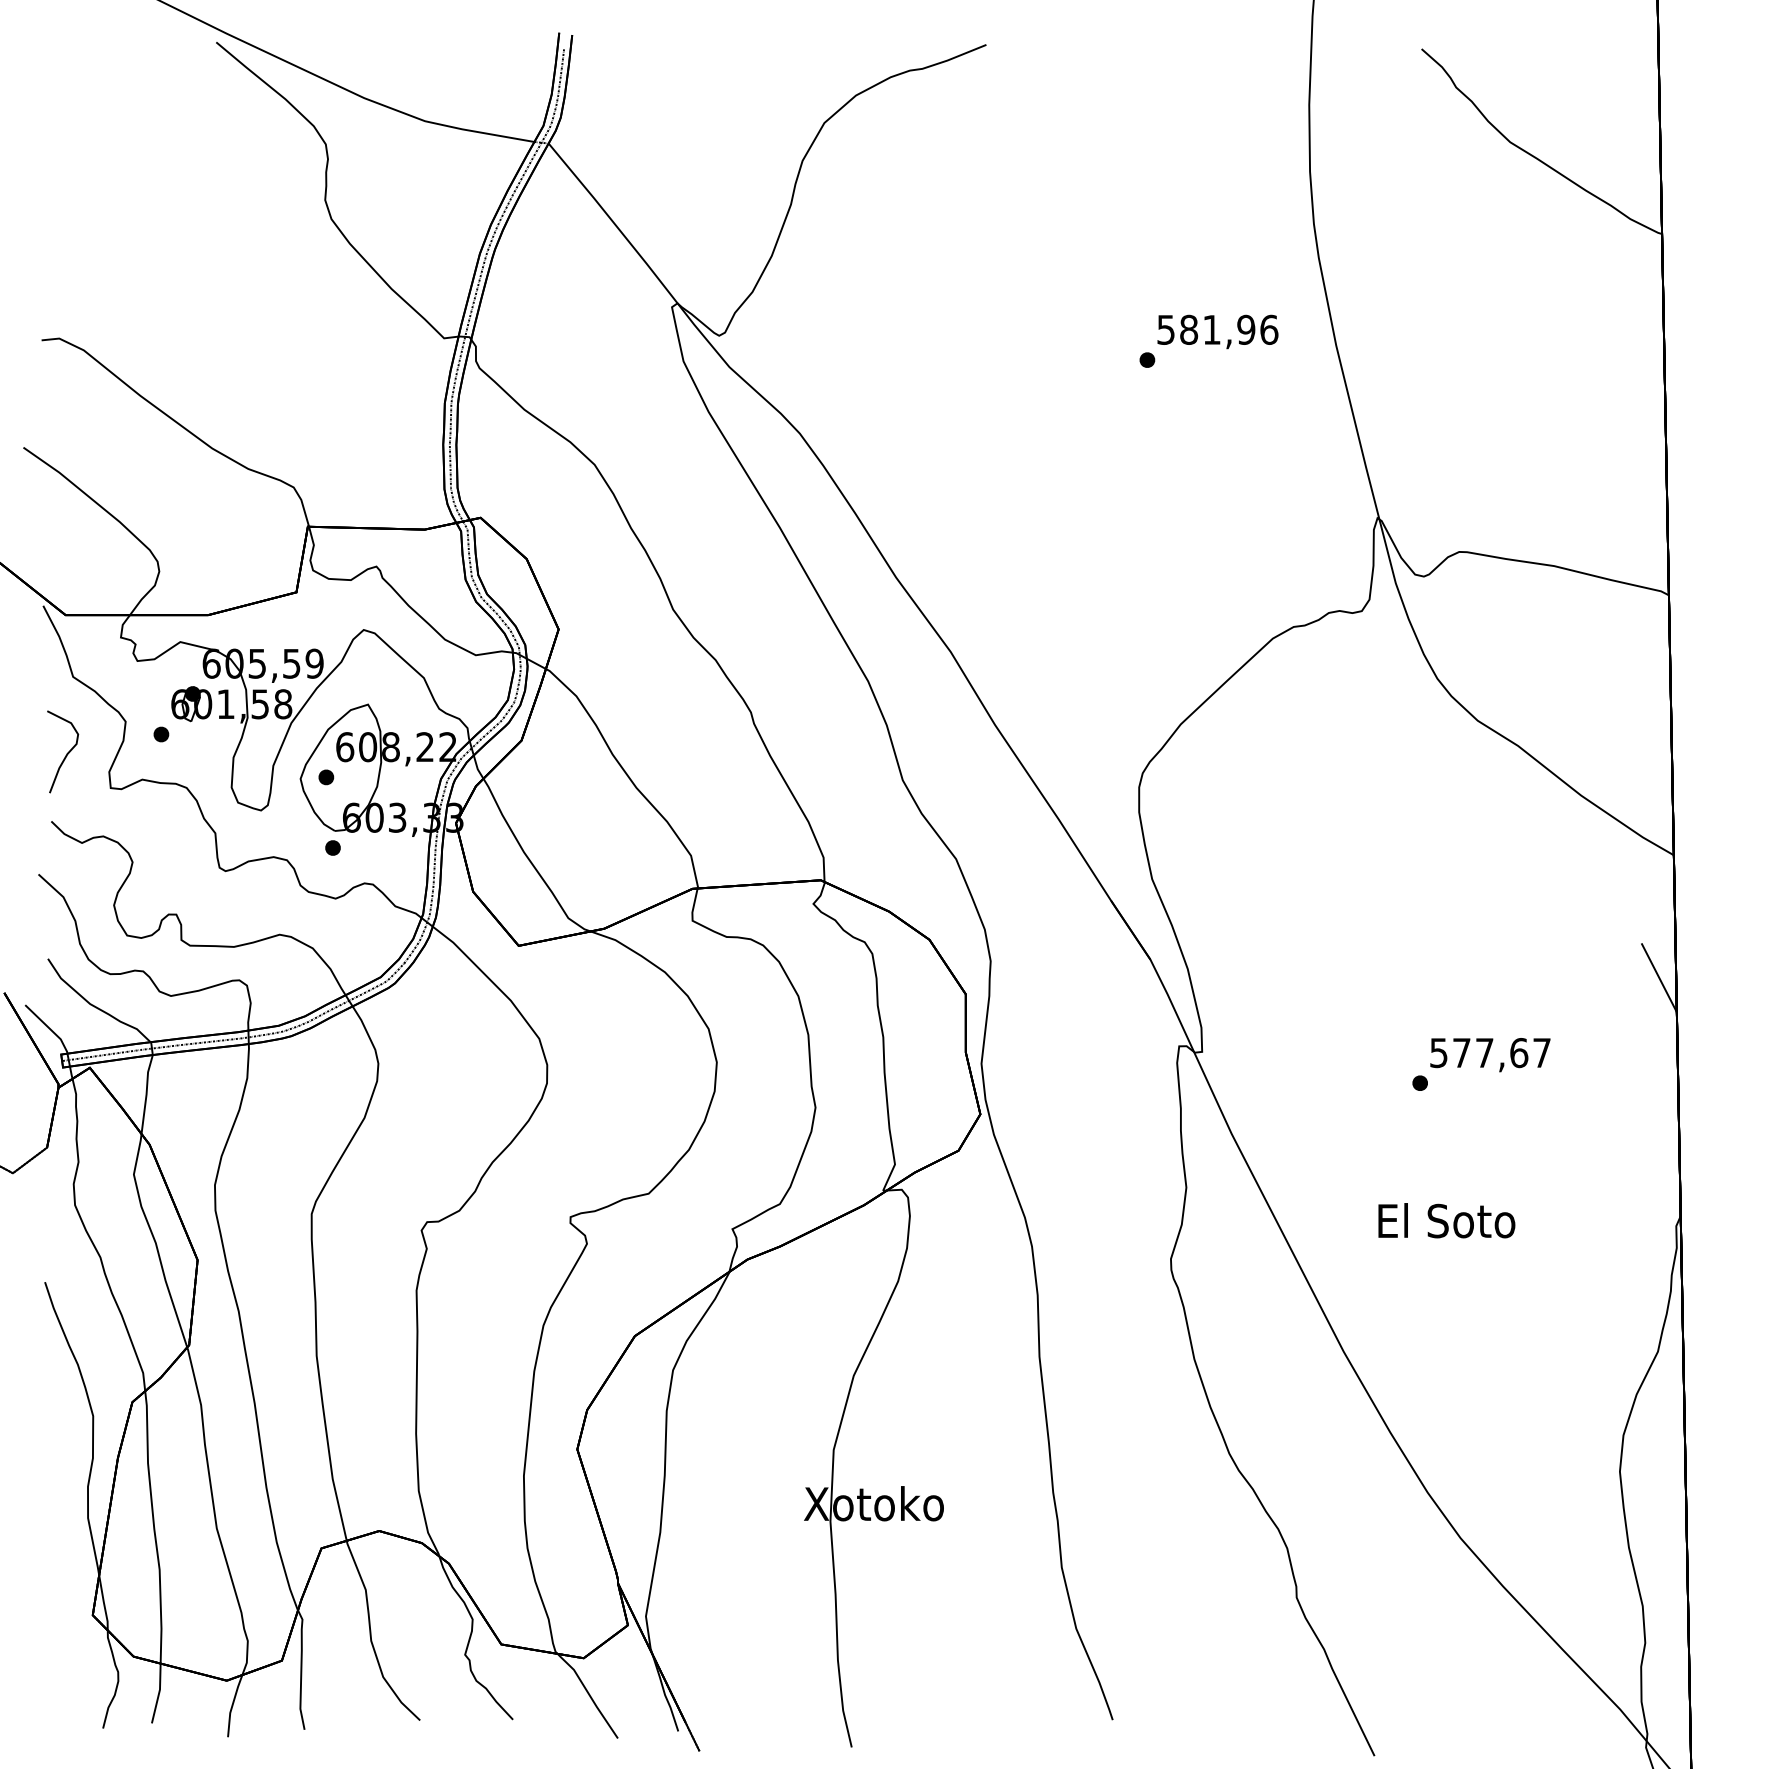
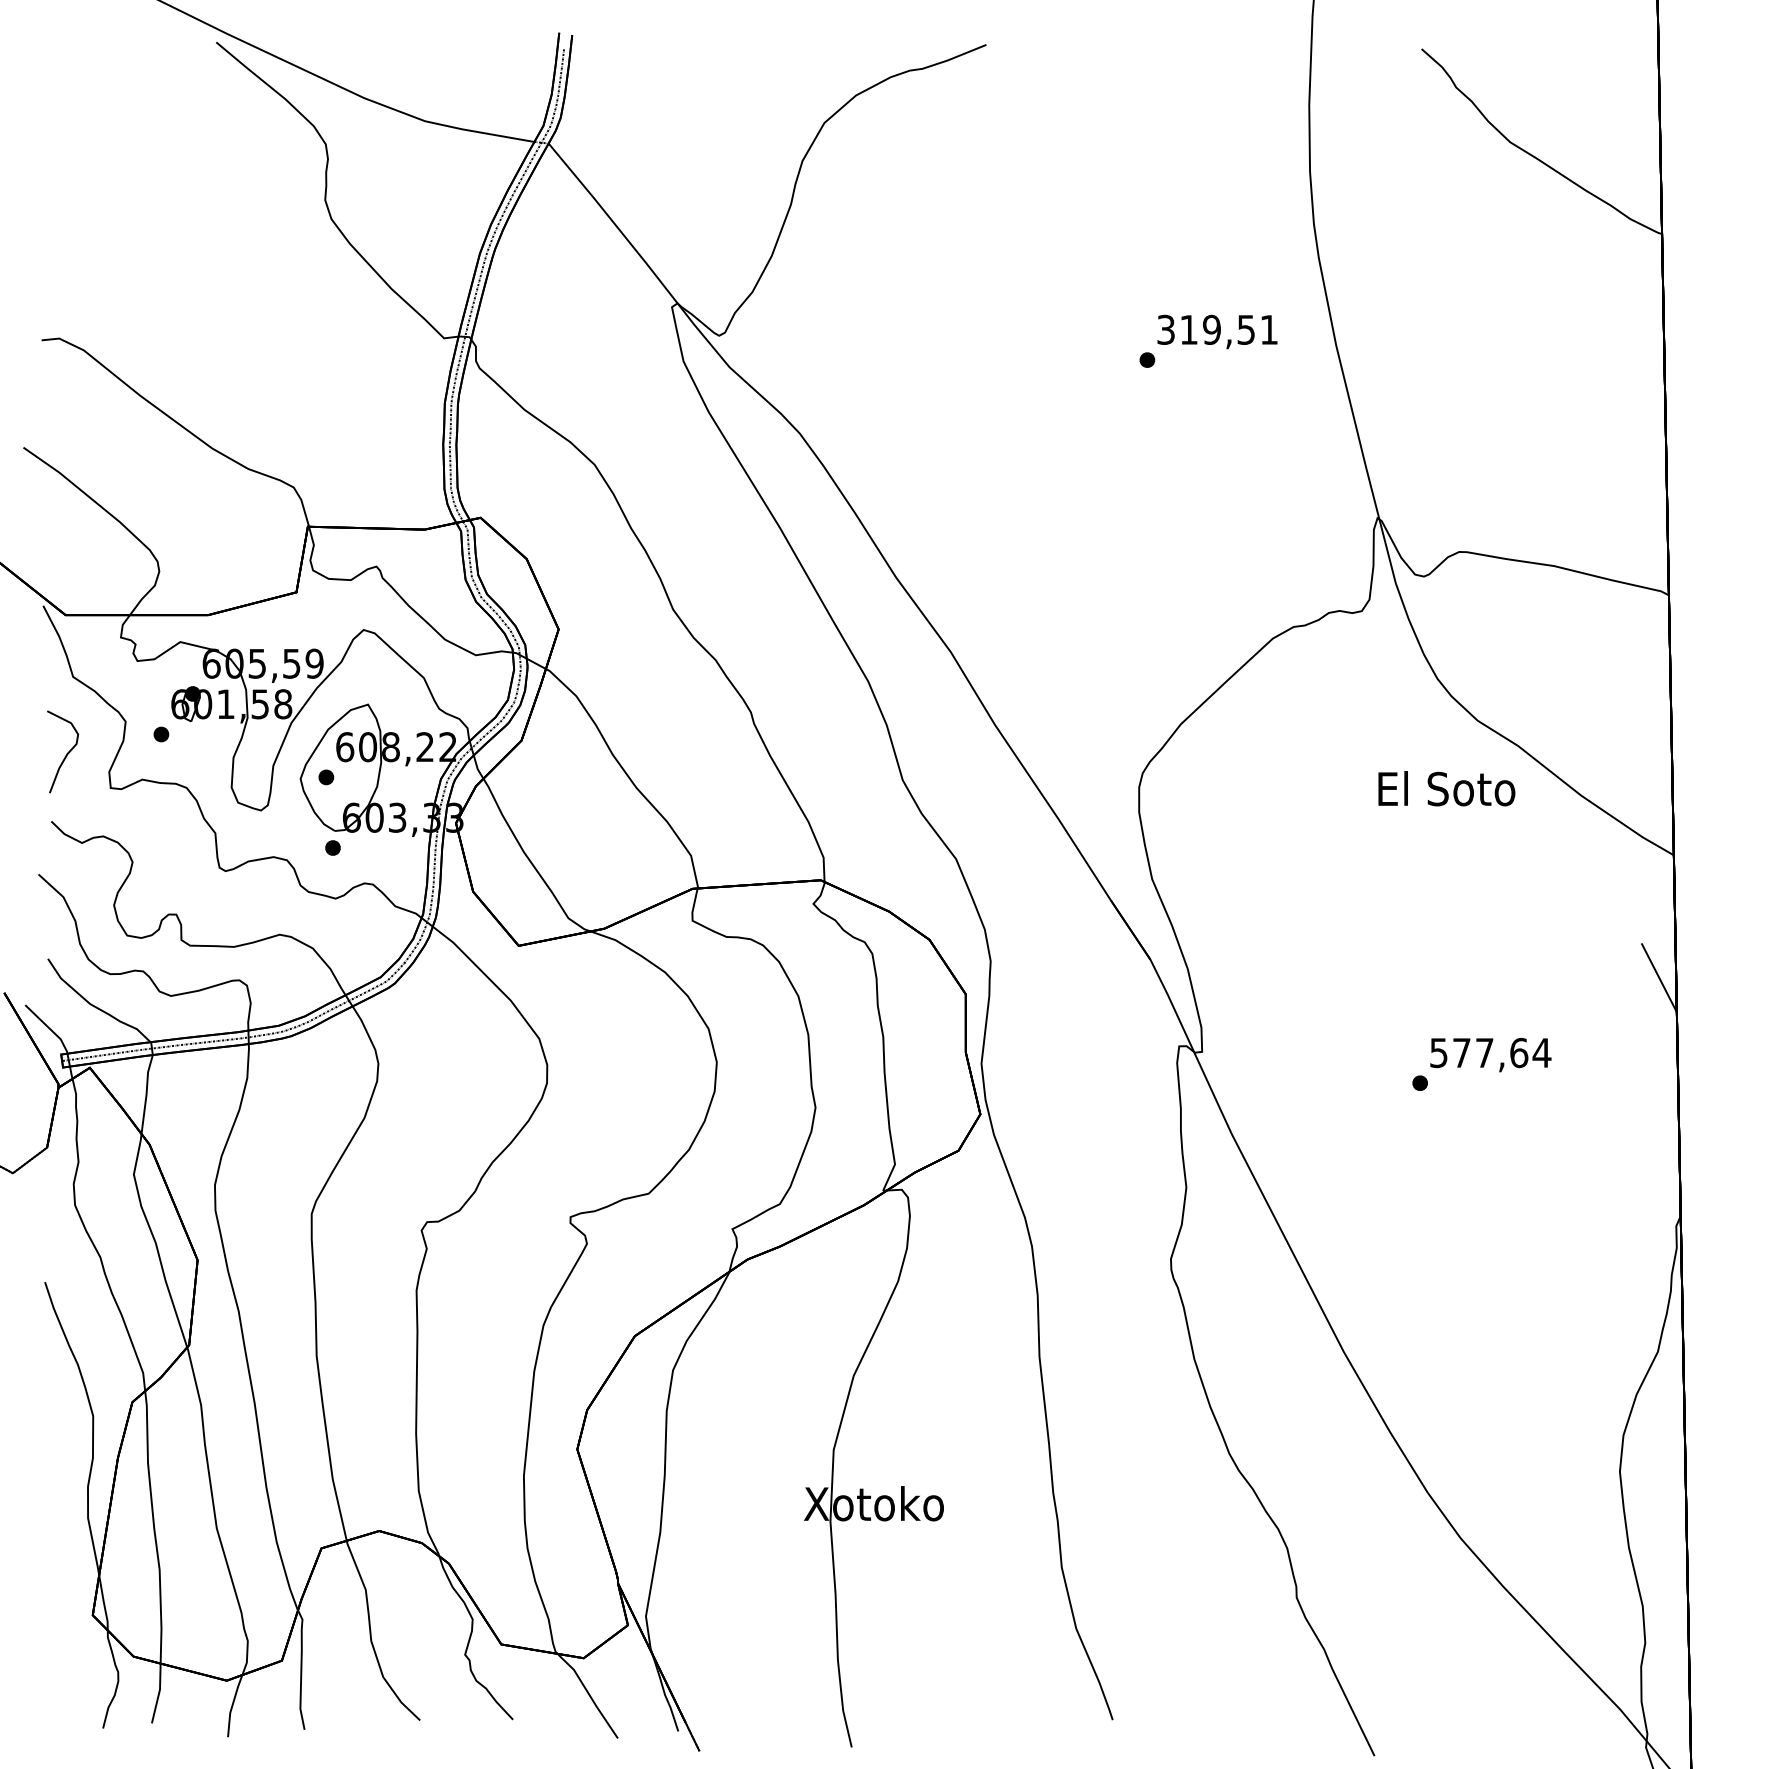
text at (1218, 329): 581,96 -> 319,51
text at (1541, 1052): 577,67 -> 577,64
text at (1446, 1220) position: (1446, 1220) -> (1446, 788)
